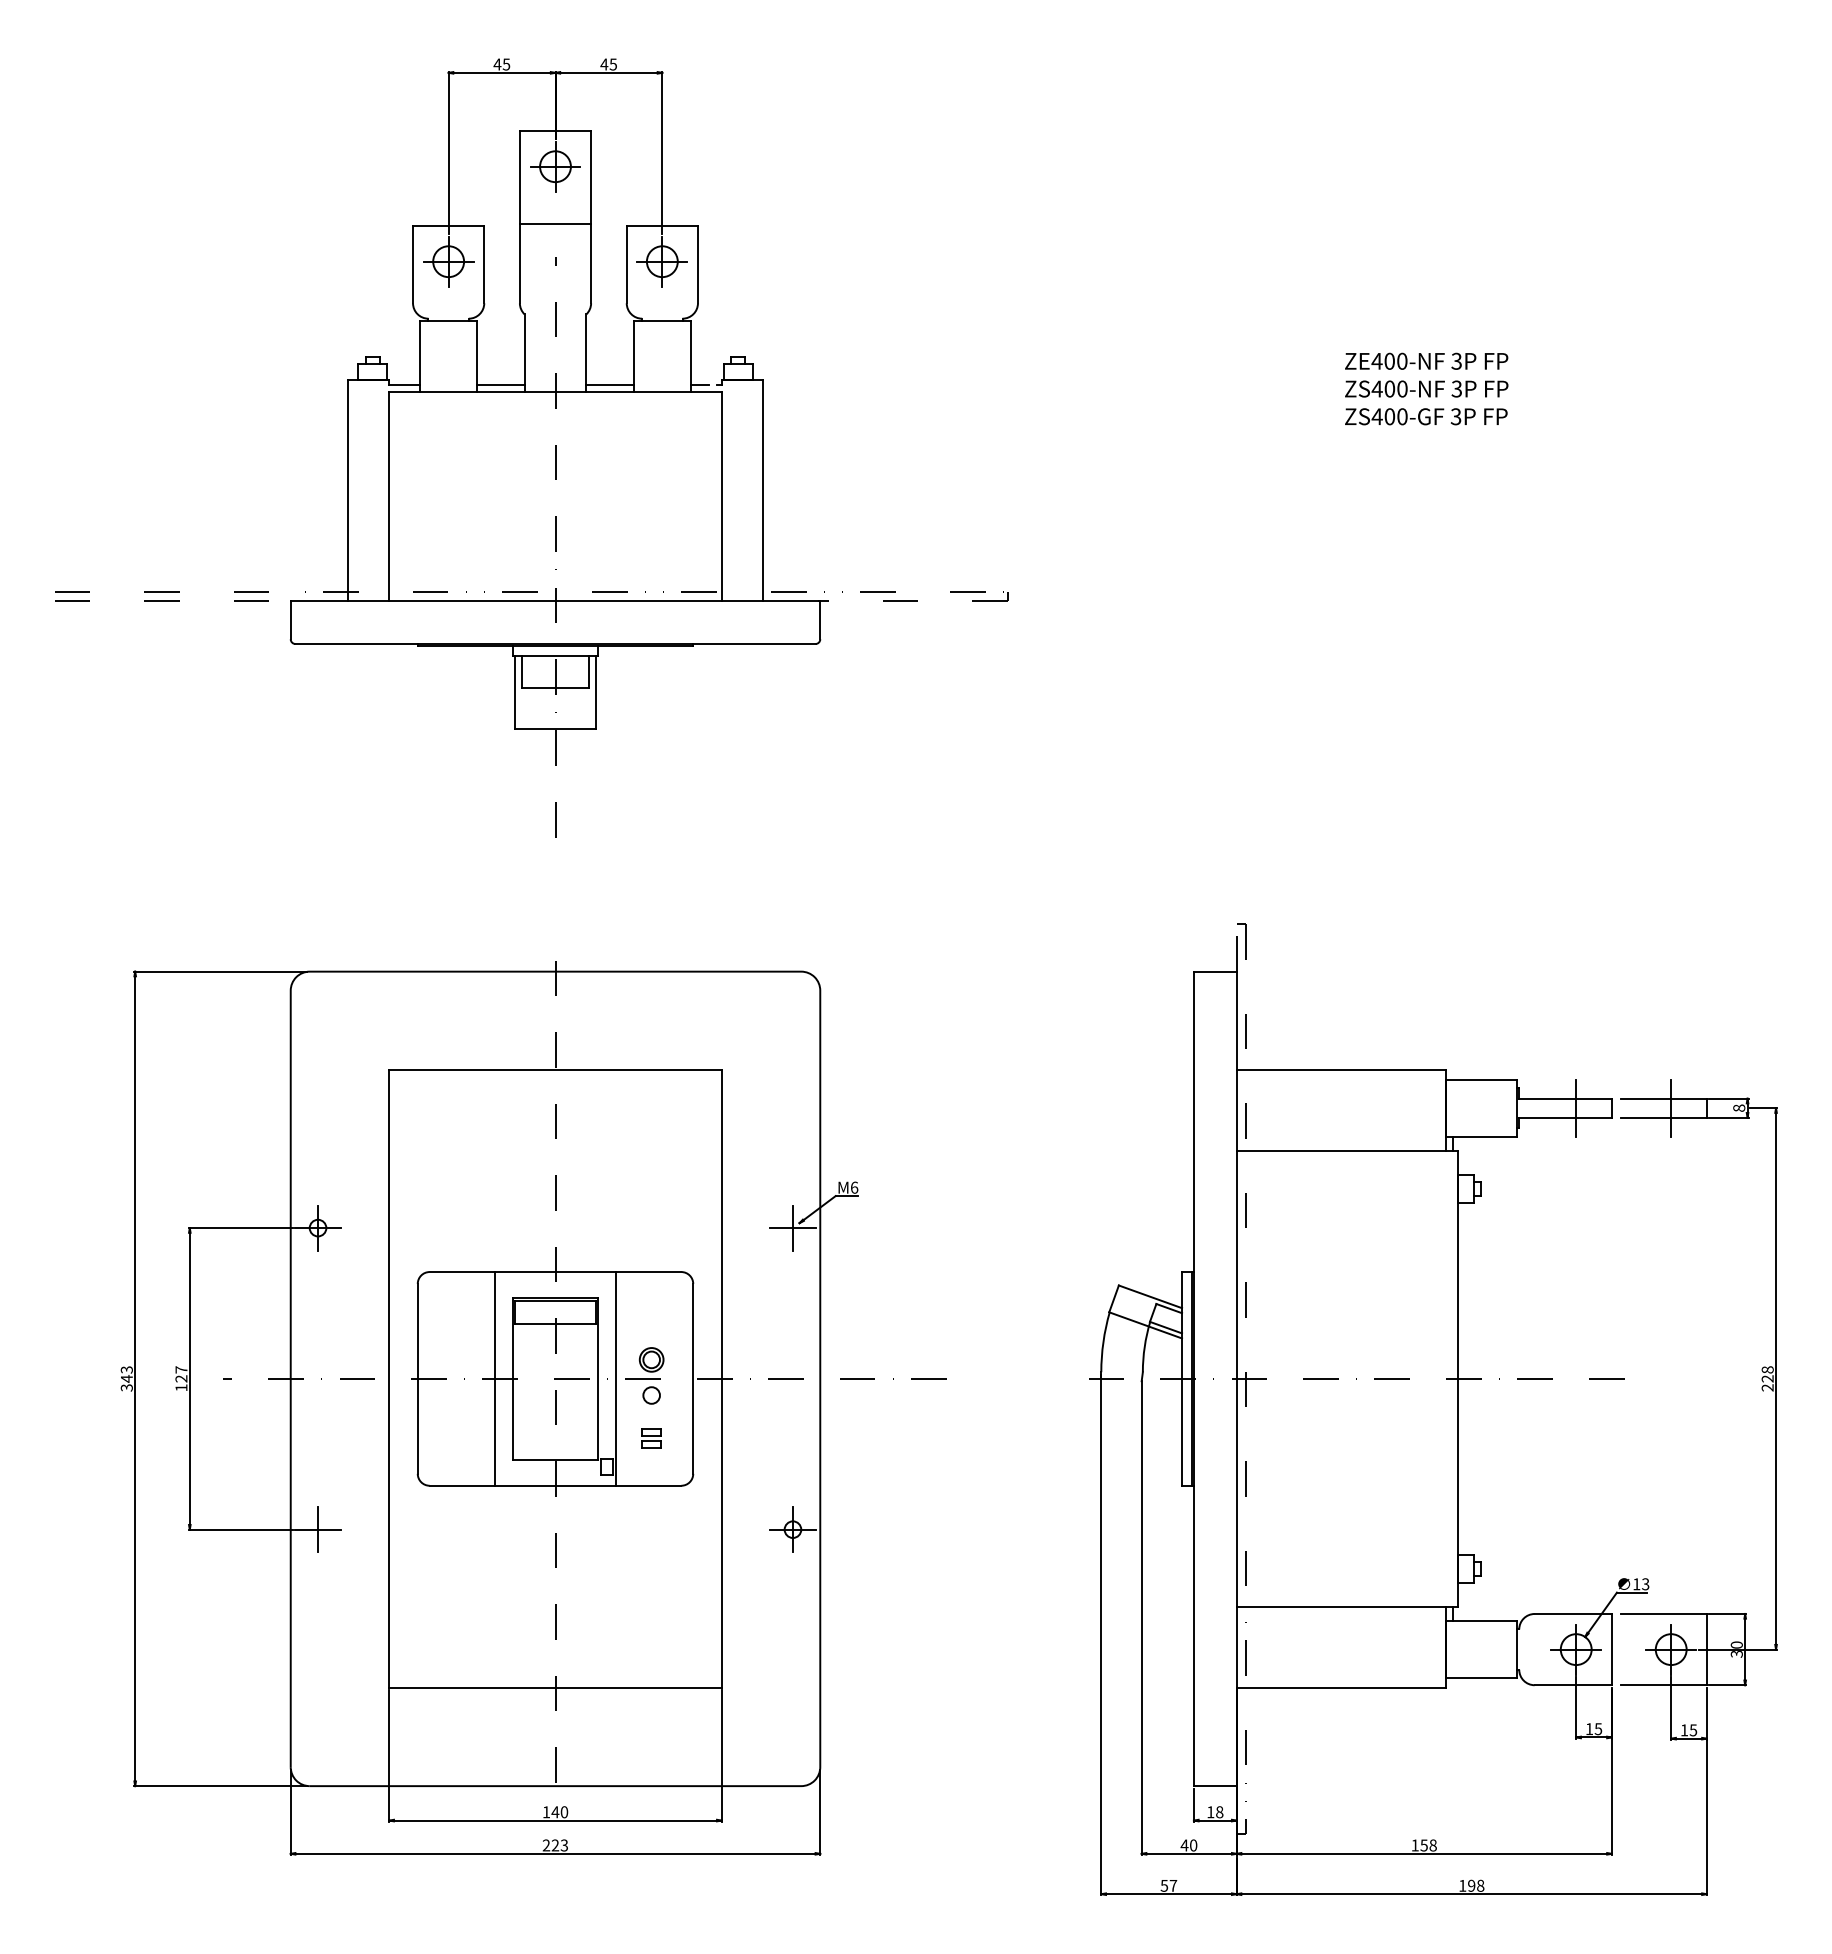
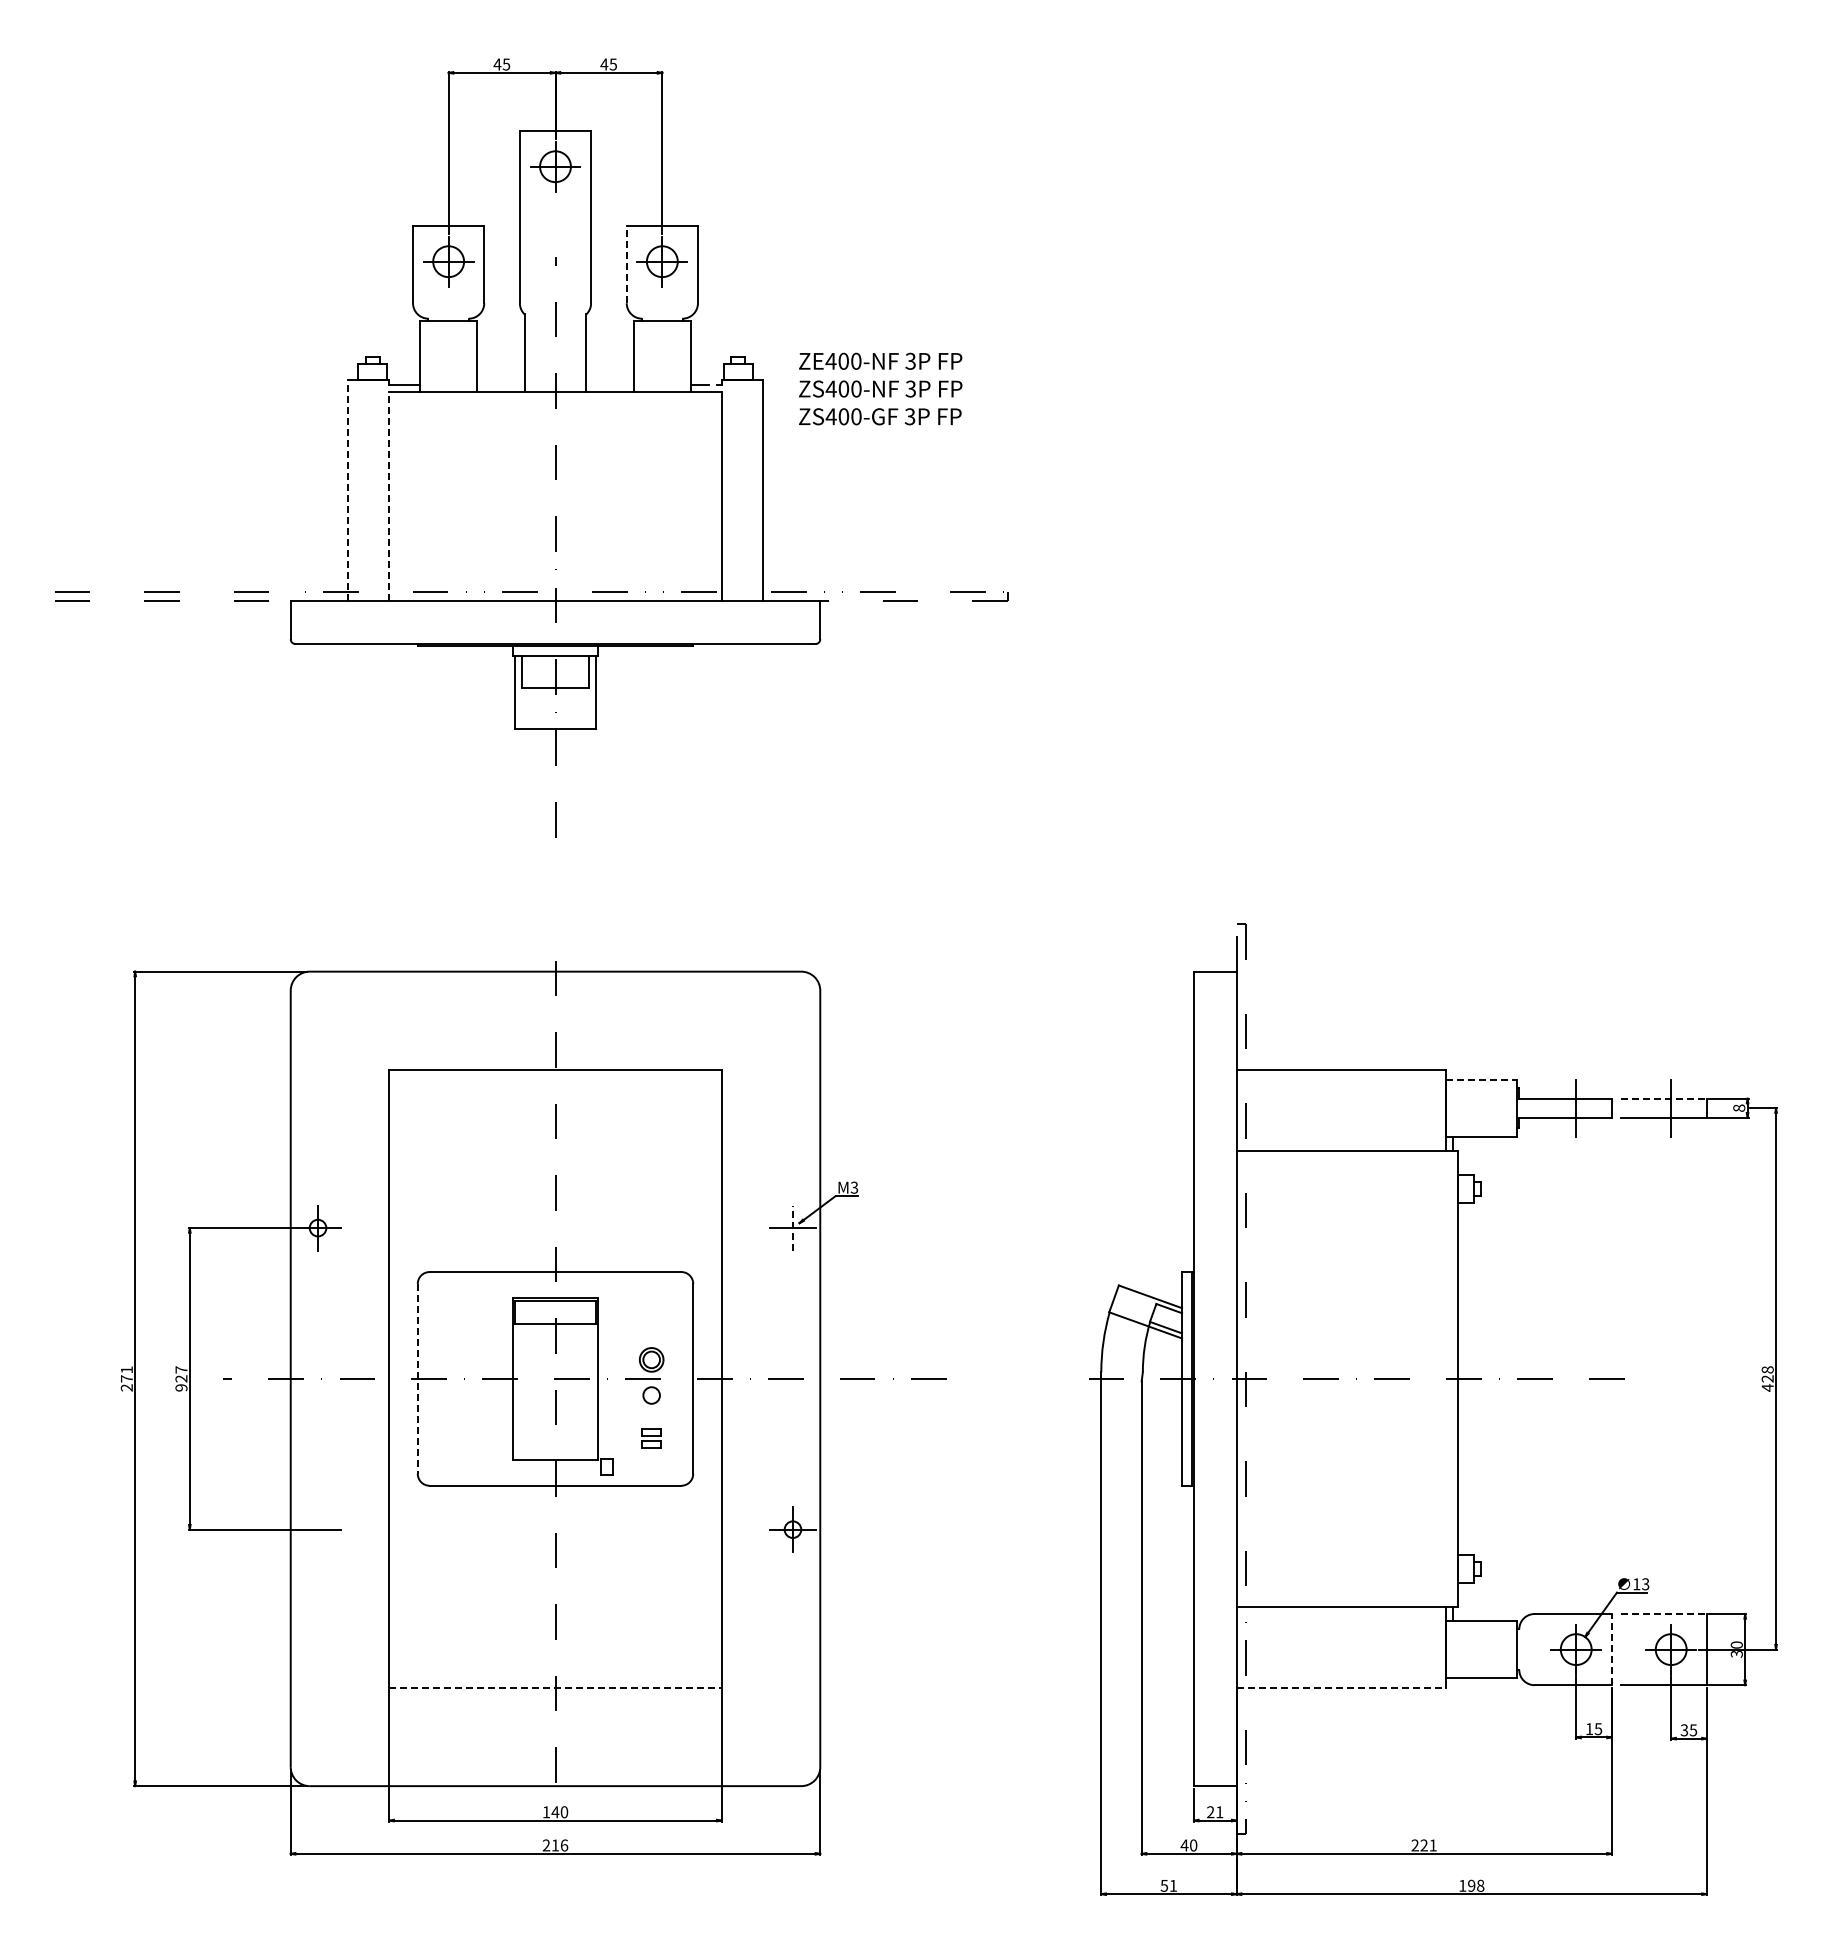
line at (555, 223): present -> none
line at (626, 264): solid -> dashed
line at (500, 384): present -> none
line at (609, 384): present -> none
text at (1426, 388) position: (1426, 388) -> (880, 388)
line at (347, 490): solid -> dashed
line at (389, 496): solid -> dashed
line at (1481, 1079): solid -> dashed
line at (1664, 1098): solid -> dashed
text at (854, 1187): M6 -> M3
line at (792, 1228): solid -> dashed
text at (126, 1378): 343 -> 271
line at (417, 1378): solid -> dashed
line at (494, 1378): present -> none
line at (616, 1378): present -> none
text at (181, 1387): 127 -> 927
text at (1767, 1387): 228 -> 428
line at (318, 1529): present -> none
line at (1664, 1613): solid -> dashed
line at (1611, 1649): solid -> dashed
line at (556, 1687): solid -> dashed
line at (1341, 1687): solid -> dashed
text at (1684, 1730): 15 -> 35
text at (1215, 1812): 18 -> 21
text at (559, 1845): 223 -> 216
text at (1423, 1845): 158 -> 221
text at (1173, 1885): 57 -> 51
